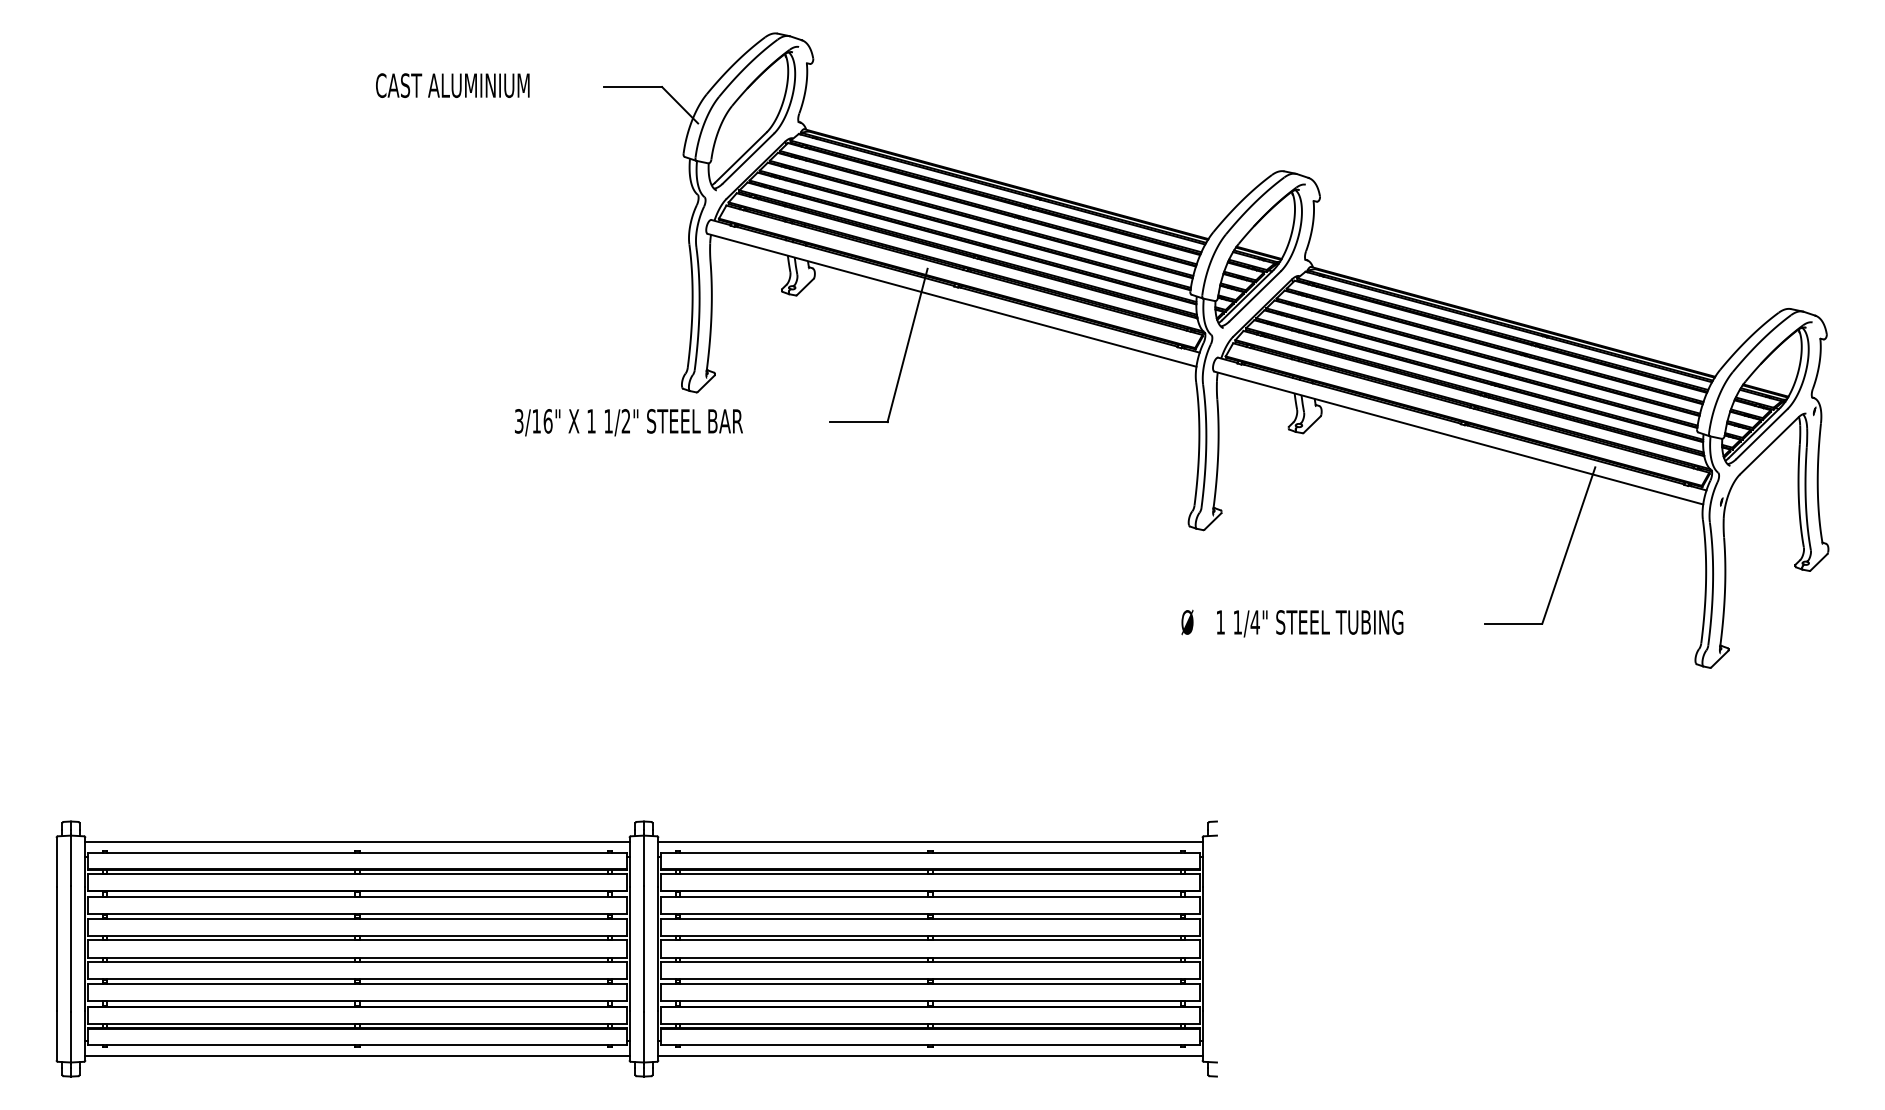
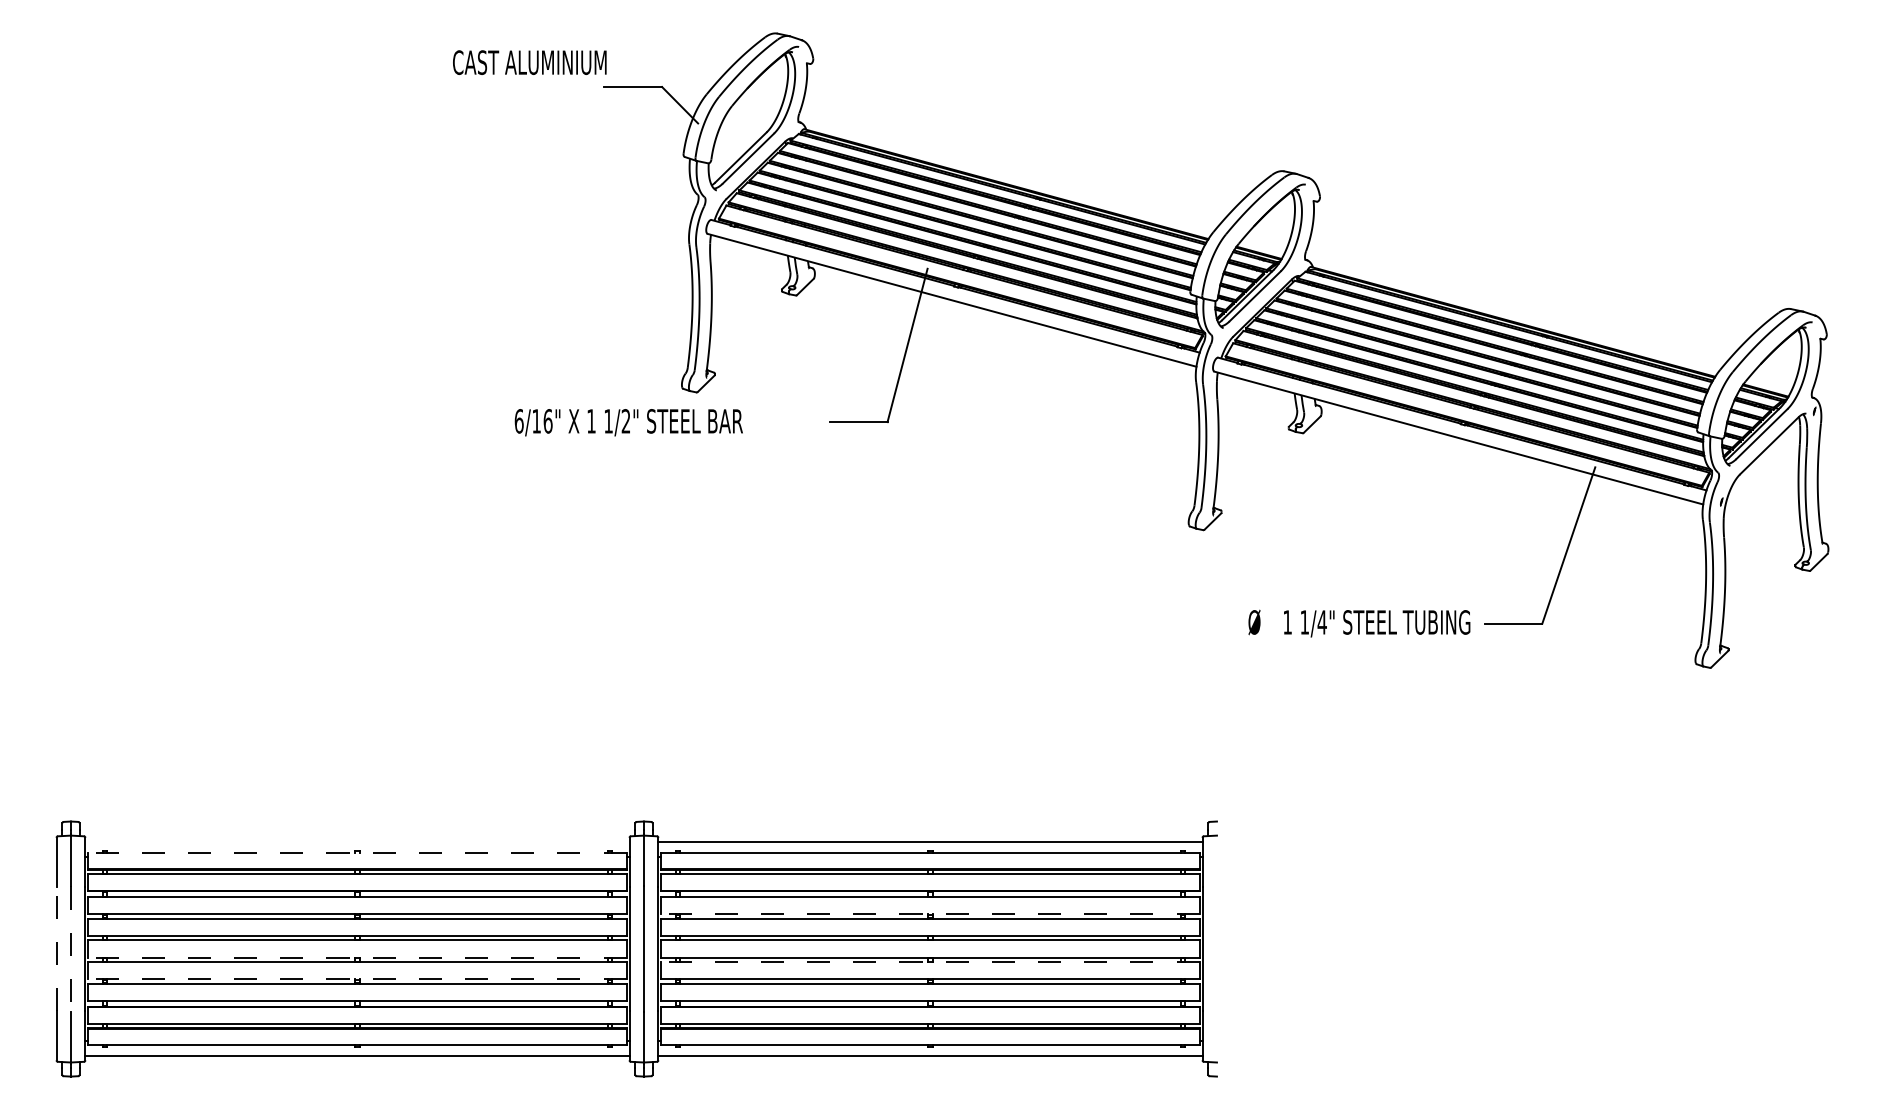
text at (452, 85) position: (452, 85) -> (529, 62)
text at (518, 421): 3/16" -> 6/16"
text at (1292, 623) position: (1292, 623) -> (1359, 623)
line at (357, 842): present -> none
line at (356, 853): solid -> dashed
line at (929, 914): solid -> dashed
line at (56, 948): solid -> dashed
line at (70, 949): solid -> dashed
line at (356, 957): solid -> dashed
line at (929, 962): solid -> dashed
line at (356, 979): solid -> dashed
